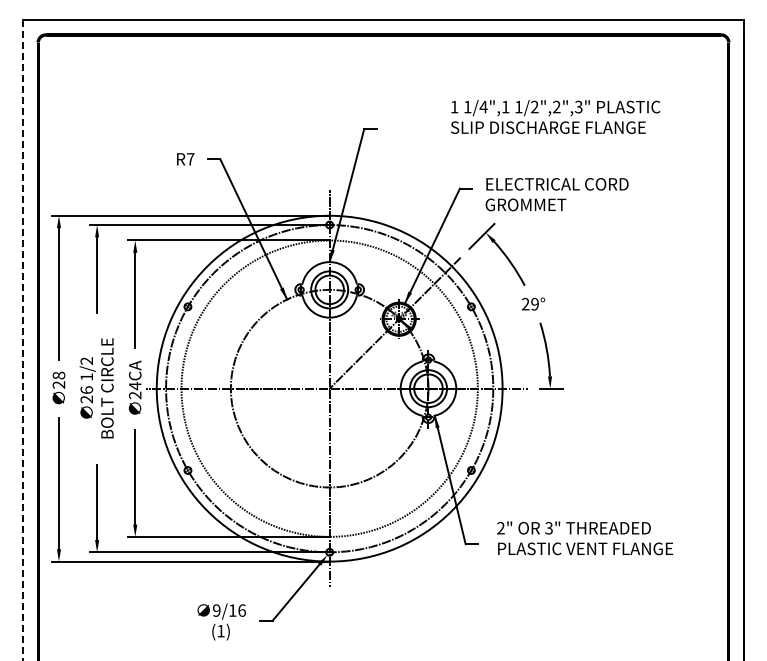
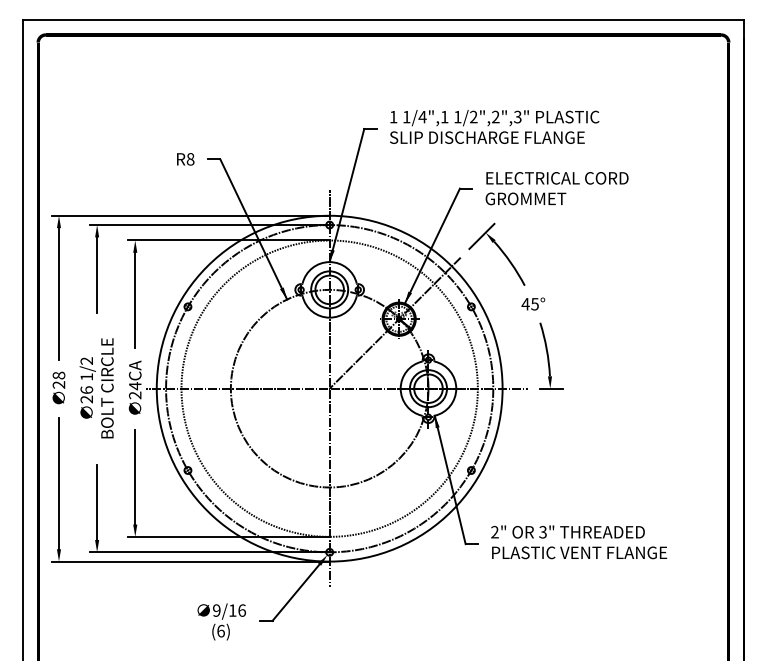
text at (555, 116) position: (555, 116) -> (494, 126)
text at (190, 159): R7 -> R8
text at (556, 194) position: (556, 194) -> (556, 188)
text at (529, 303): 29° -> 45°
line at (23, 340): dashed -> solid
text at (585, 538) position: (585, 538) -> (579, 542)
text at (220, 630): (1) -> (6)
